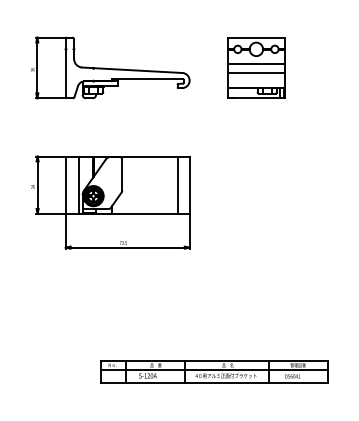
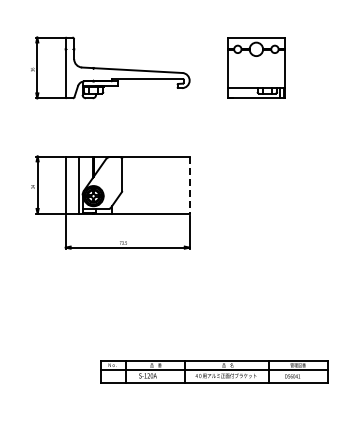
line at (256, 64): present -> none
line at (256, 73): present -> none
line at (177, 184): present -> none
line at (189, 185): solid -> dashed
